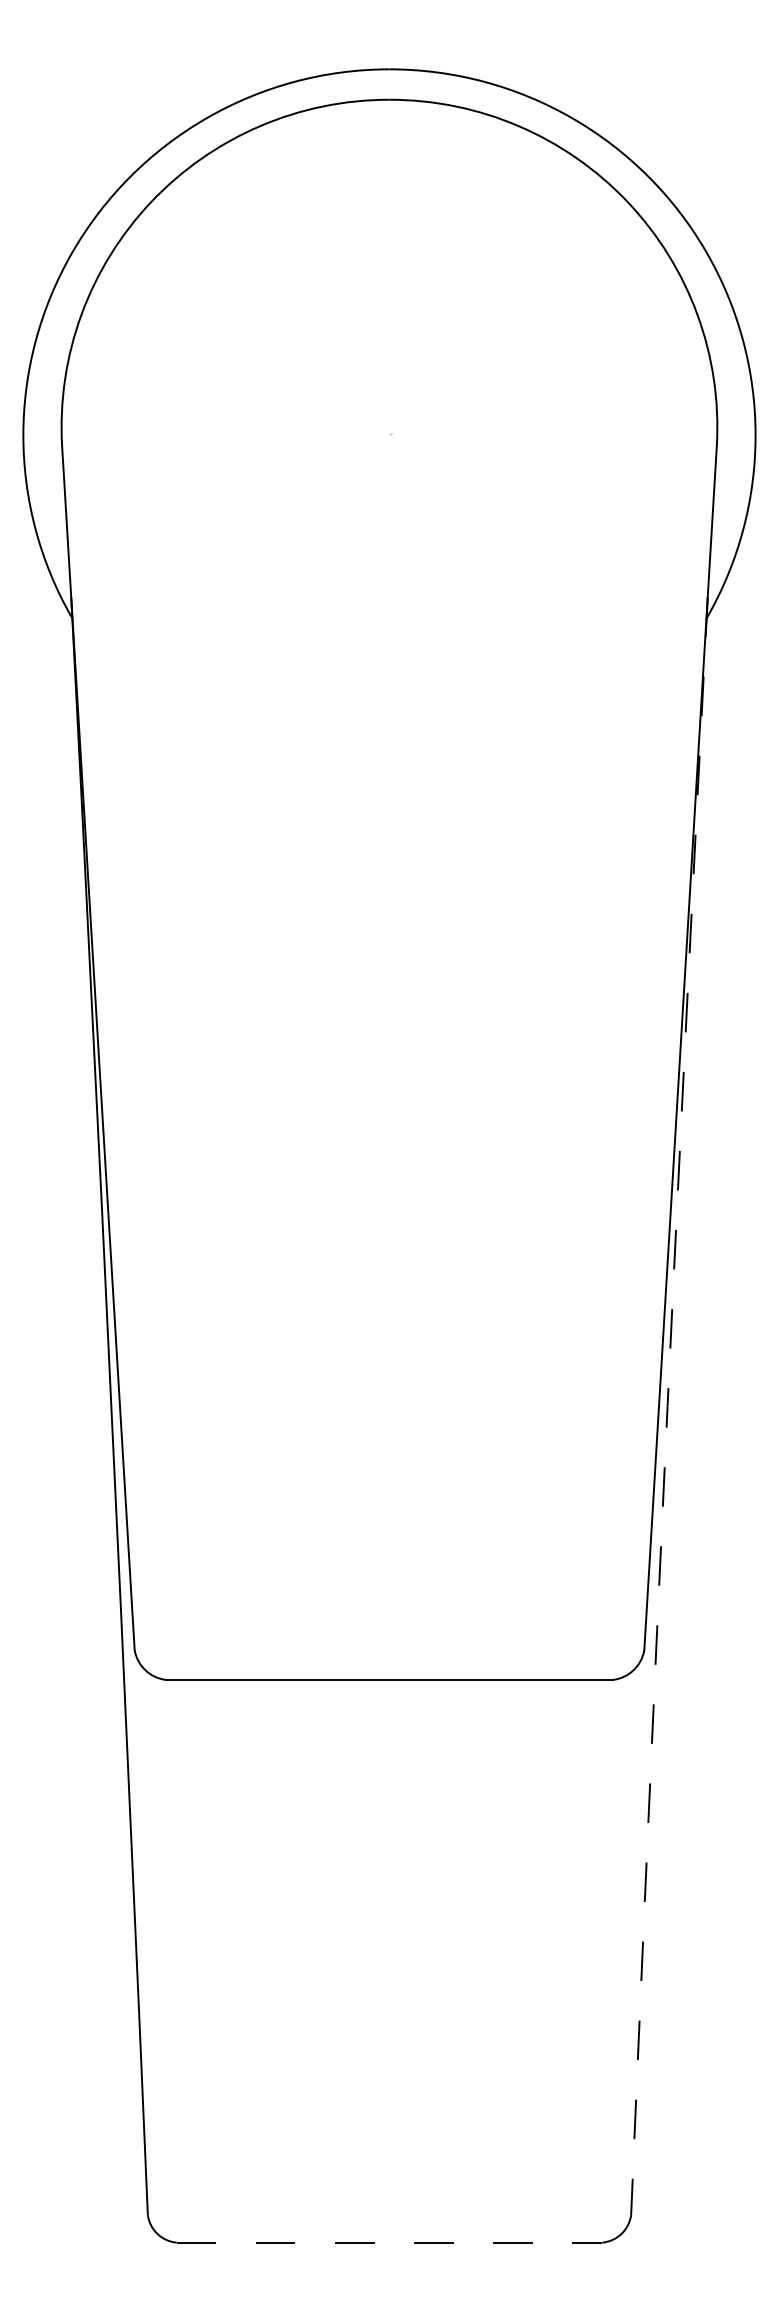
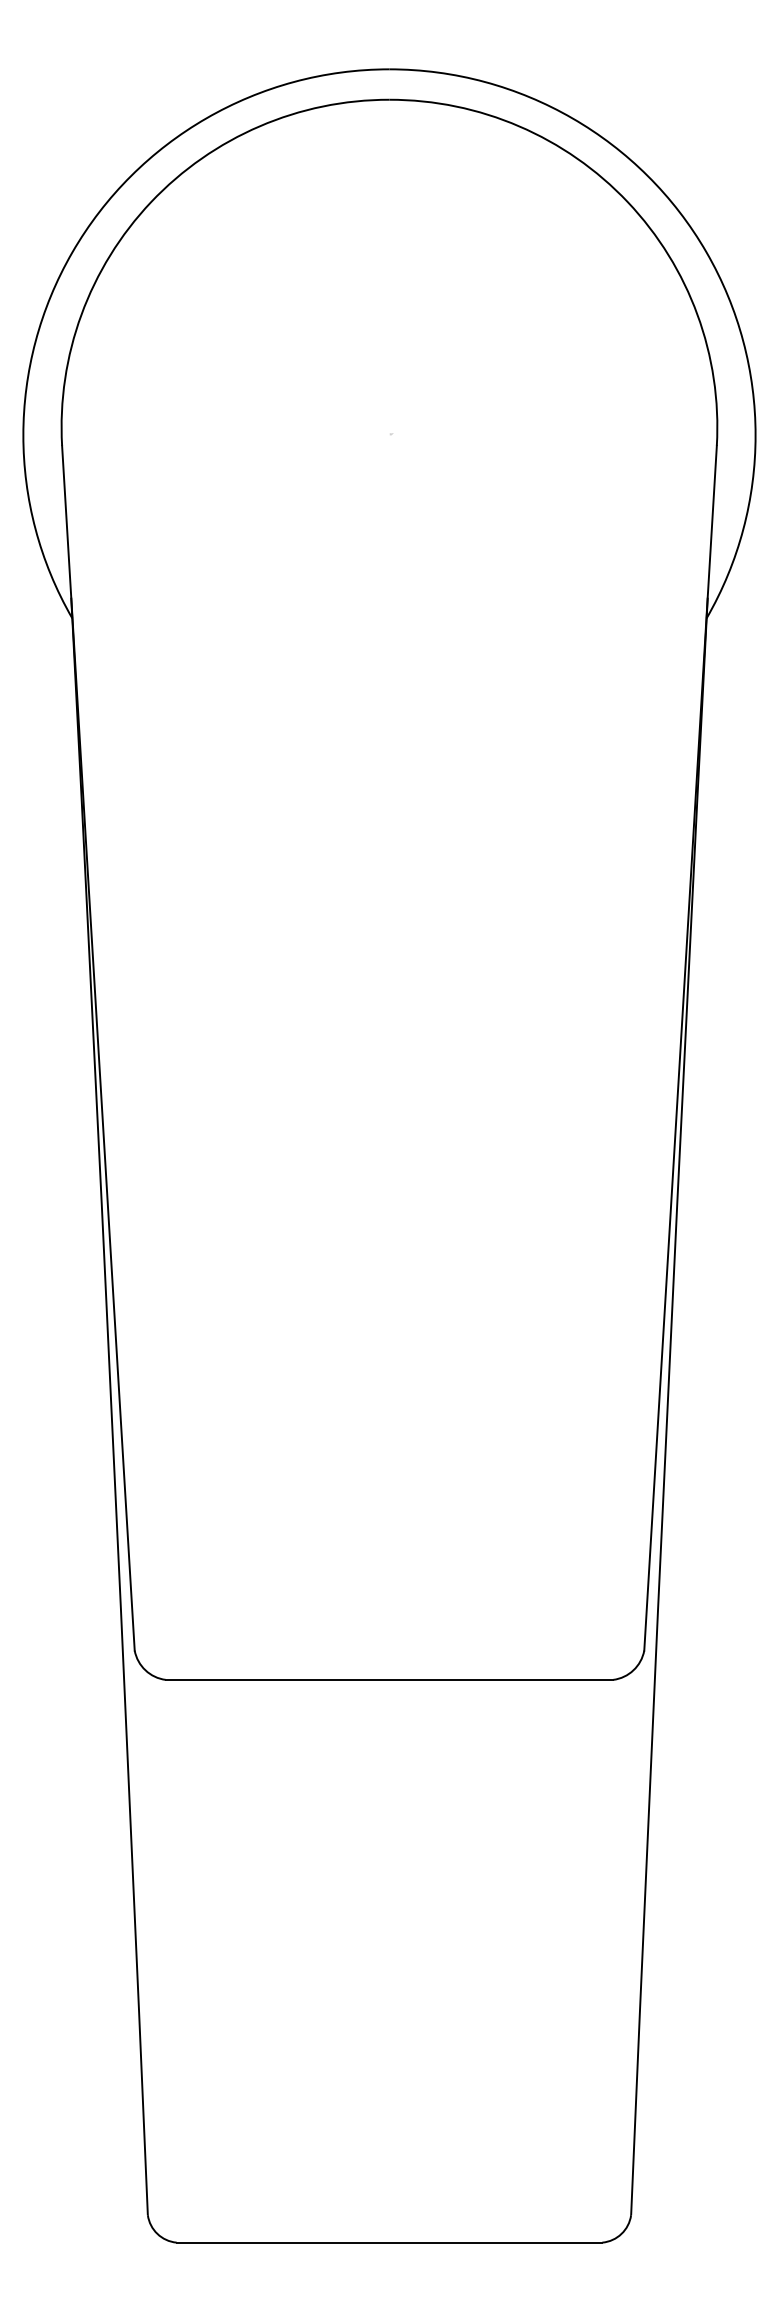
arc at (667, 1406): dashed -> solid
line at (389, 2242): dashed -> solid
